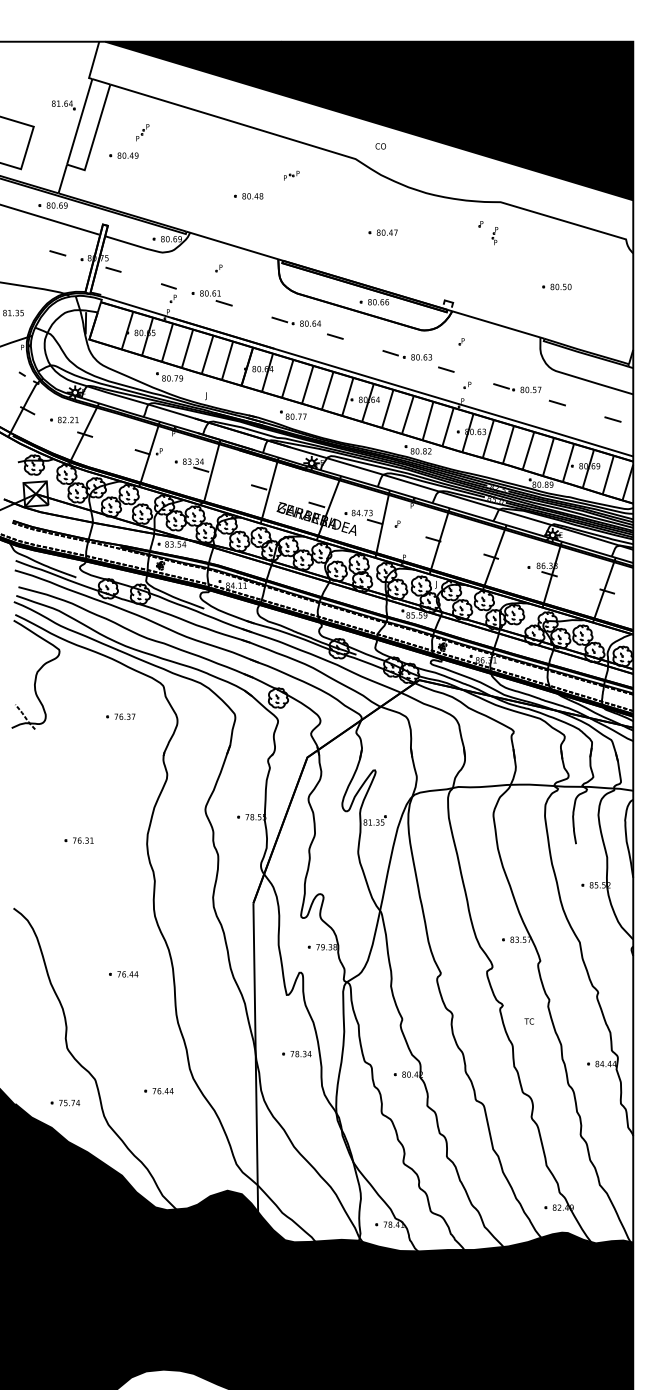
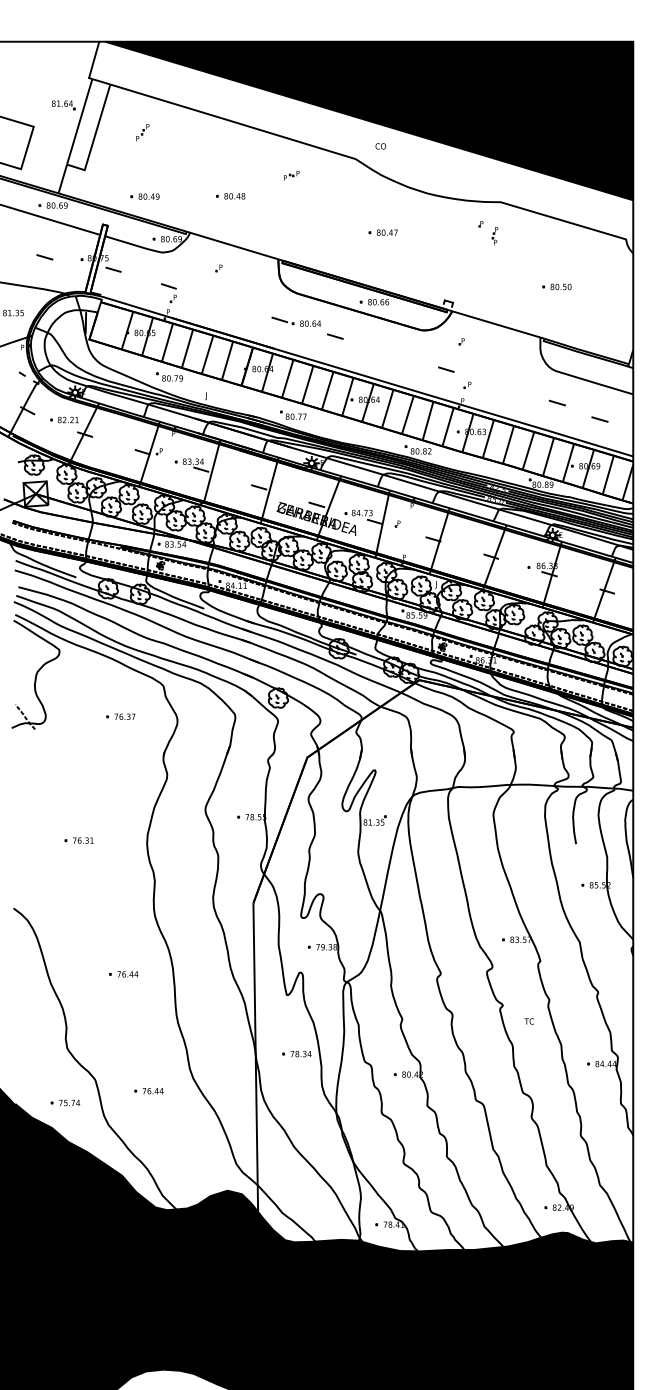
part at (123, 155) position: (123, 155) -> (144, 196)
part at (248, 196) position: (248, 196) -> (230, 196)
line at (57, 253) position: (57, 253) -> (44, 257)
part at (211, 298): present -> none
part at (407, 355): present -> none
part at (517, 388): present -> none
line at (612, 419) position: (612, 419) -> (599, 419)
part at (158, 1091) position: (158, 1091) -> (148, 1091)
